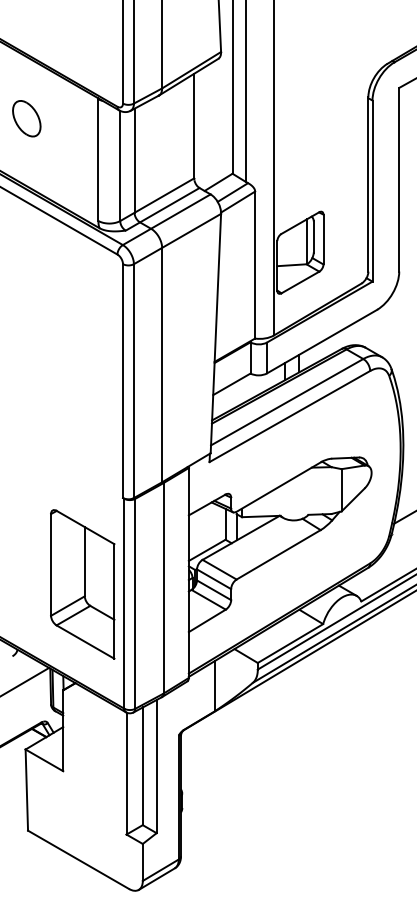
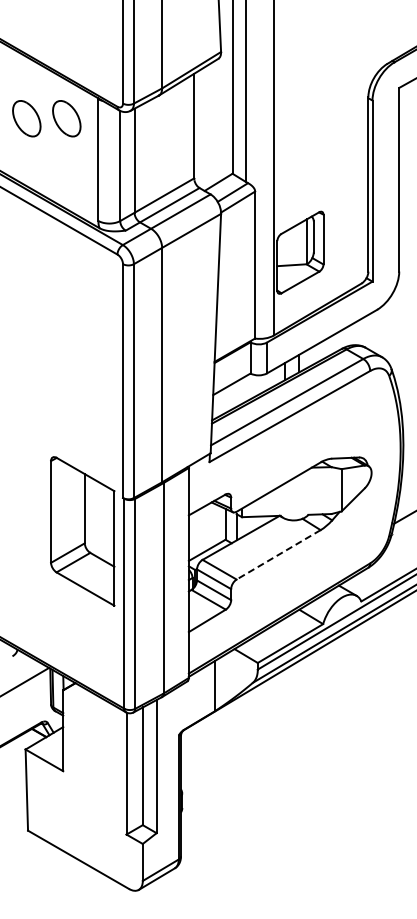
part at (66, 118): none -> present
line at (278, 554): solid -> dashed
part at (82, 584) position: (82, 584) -> (82, 531)
